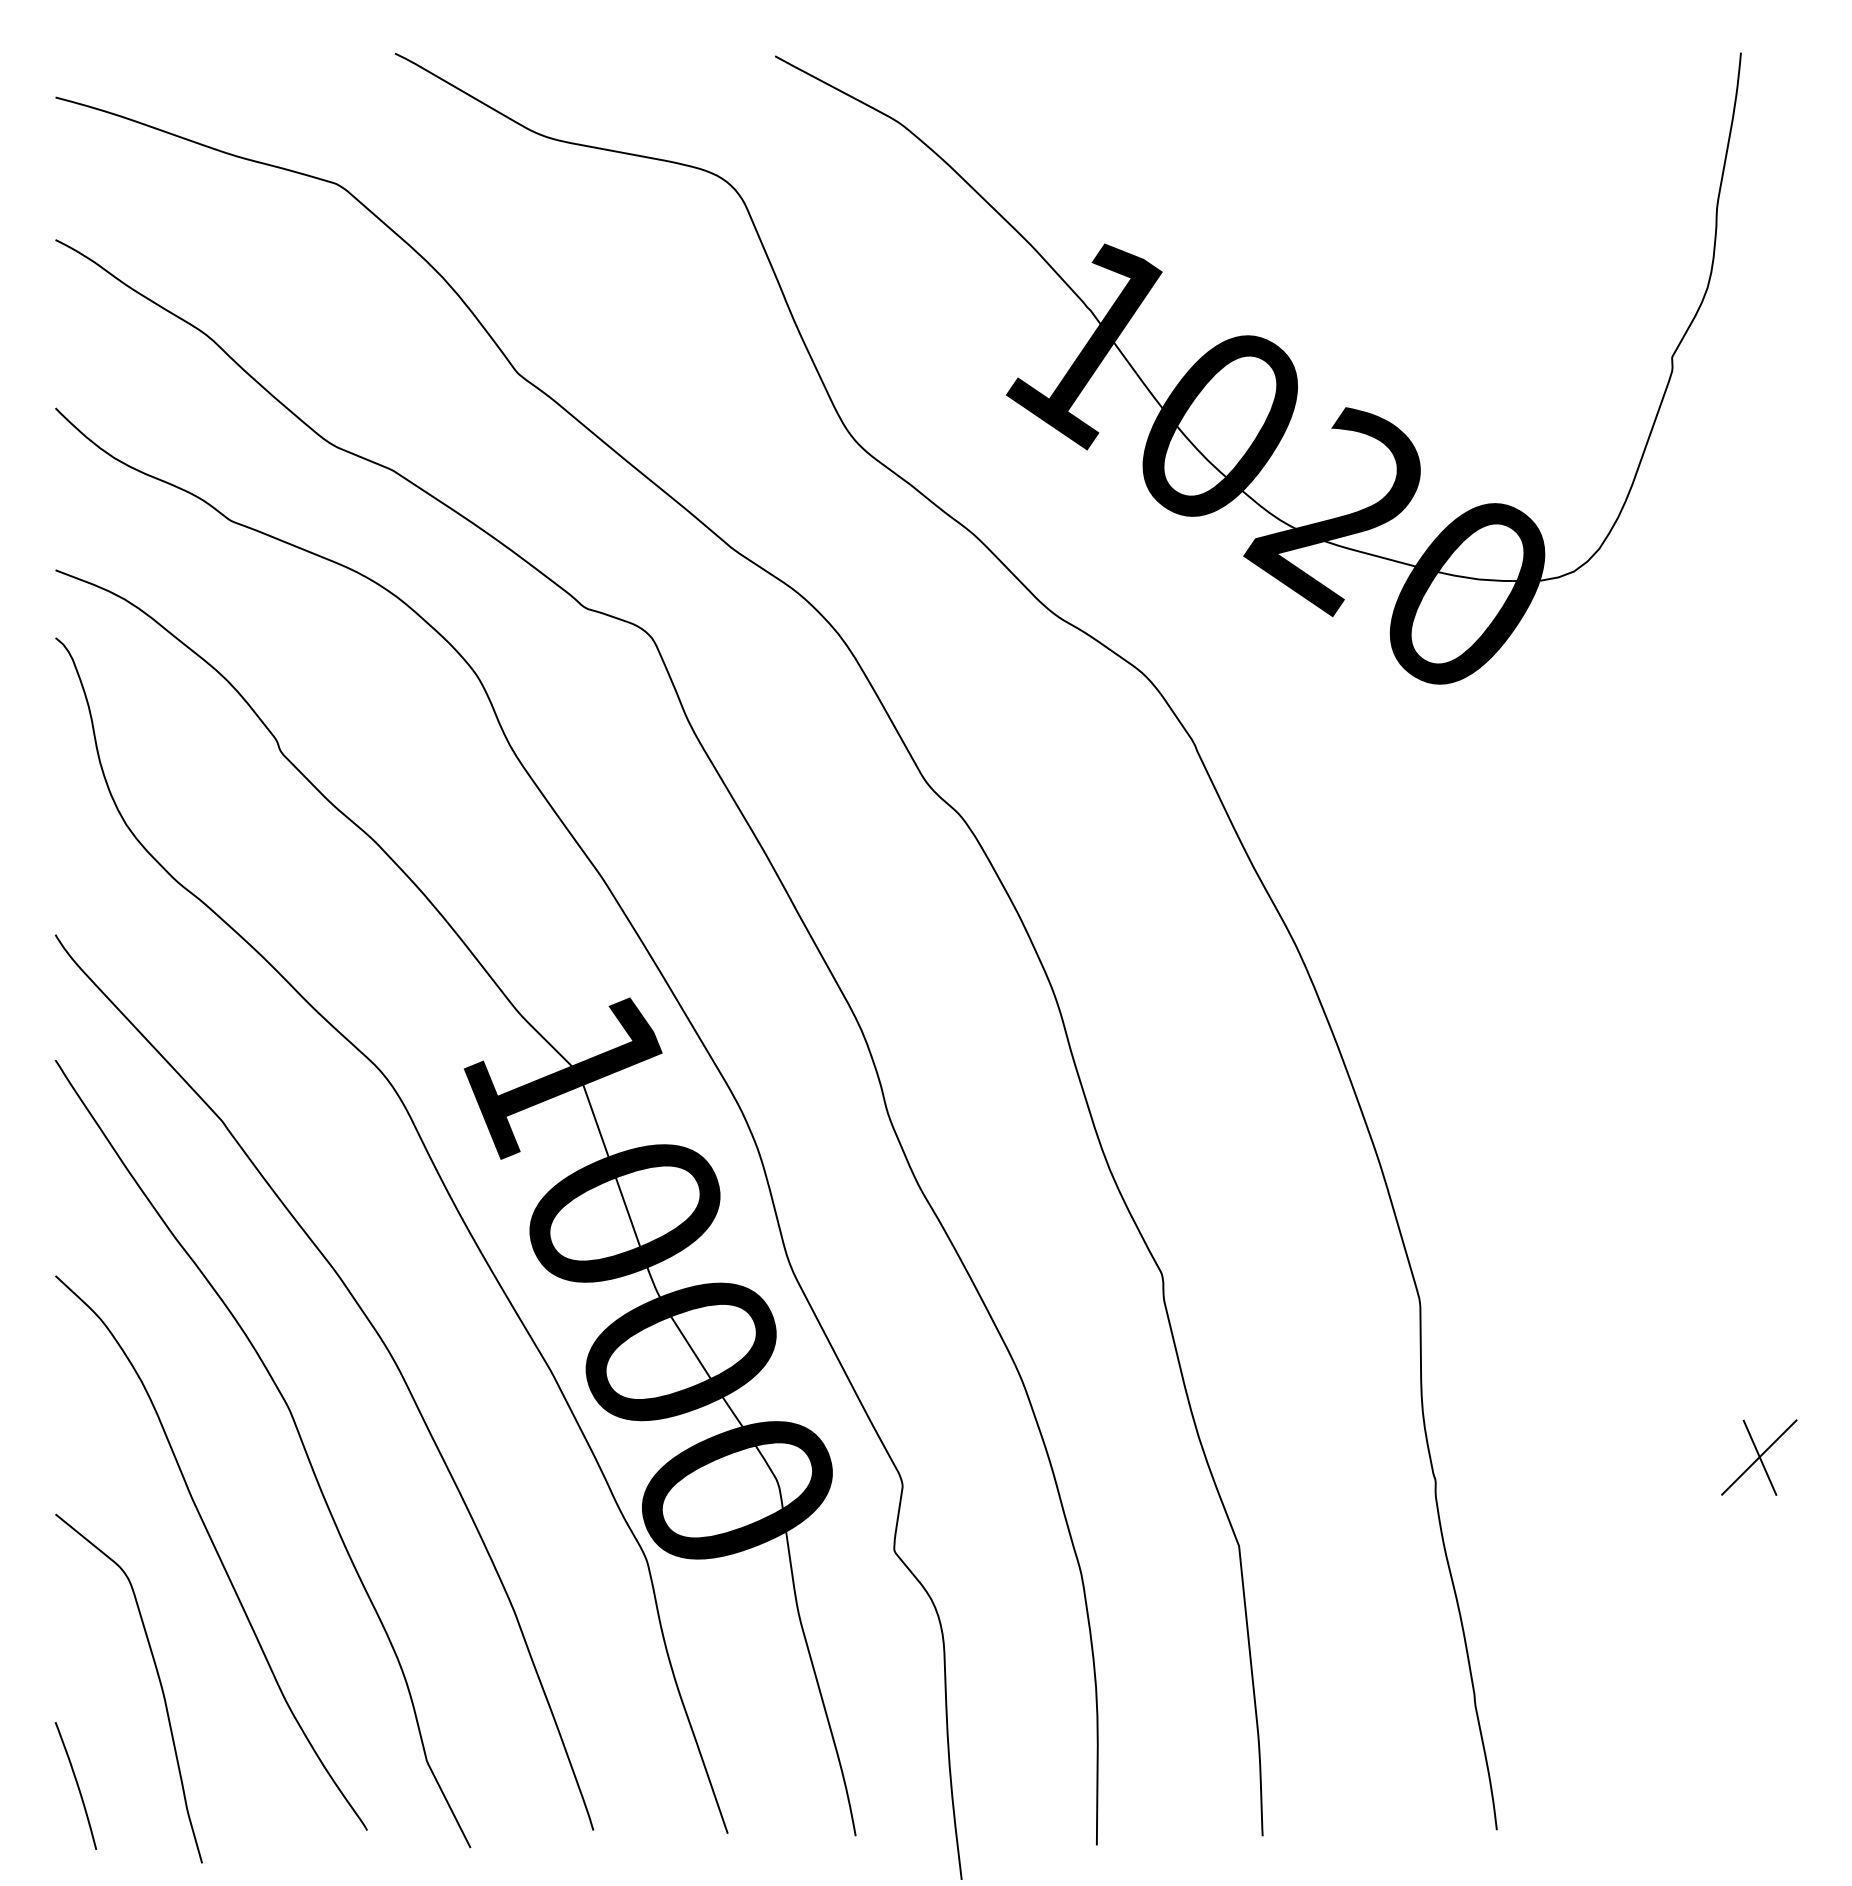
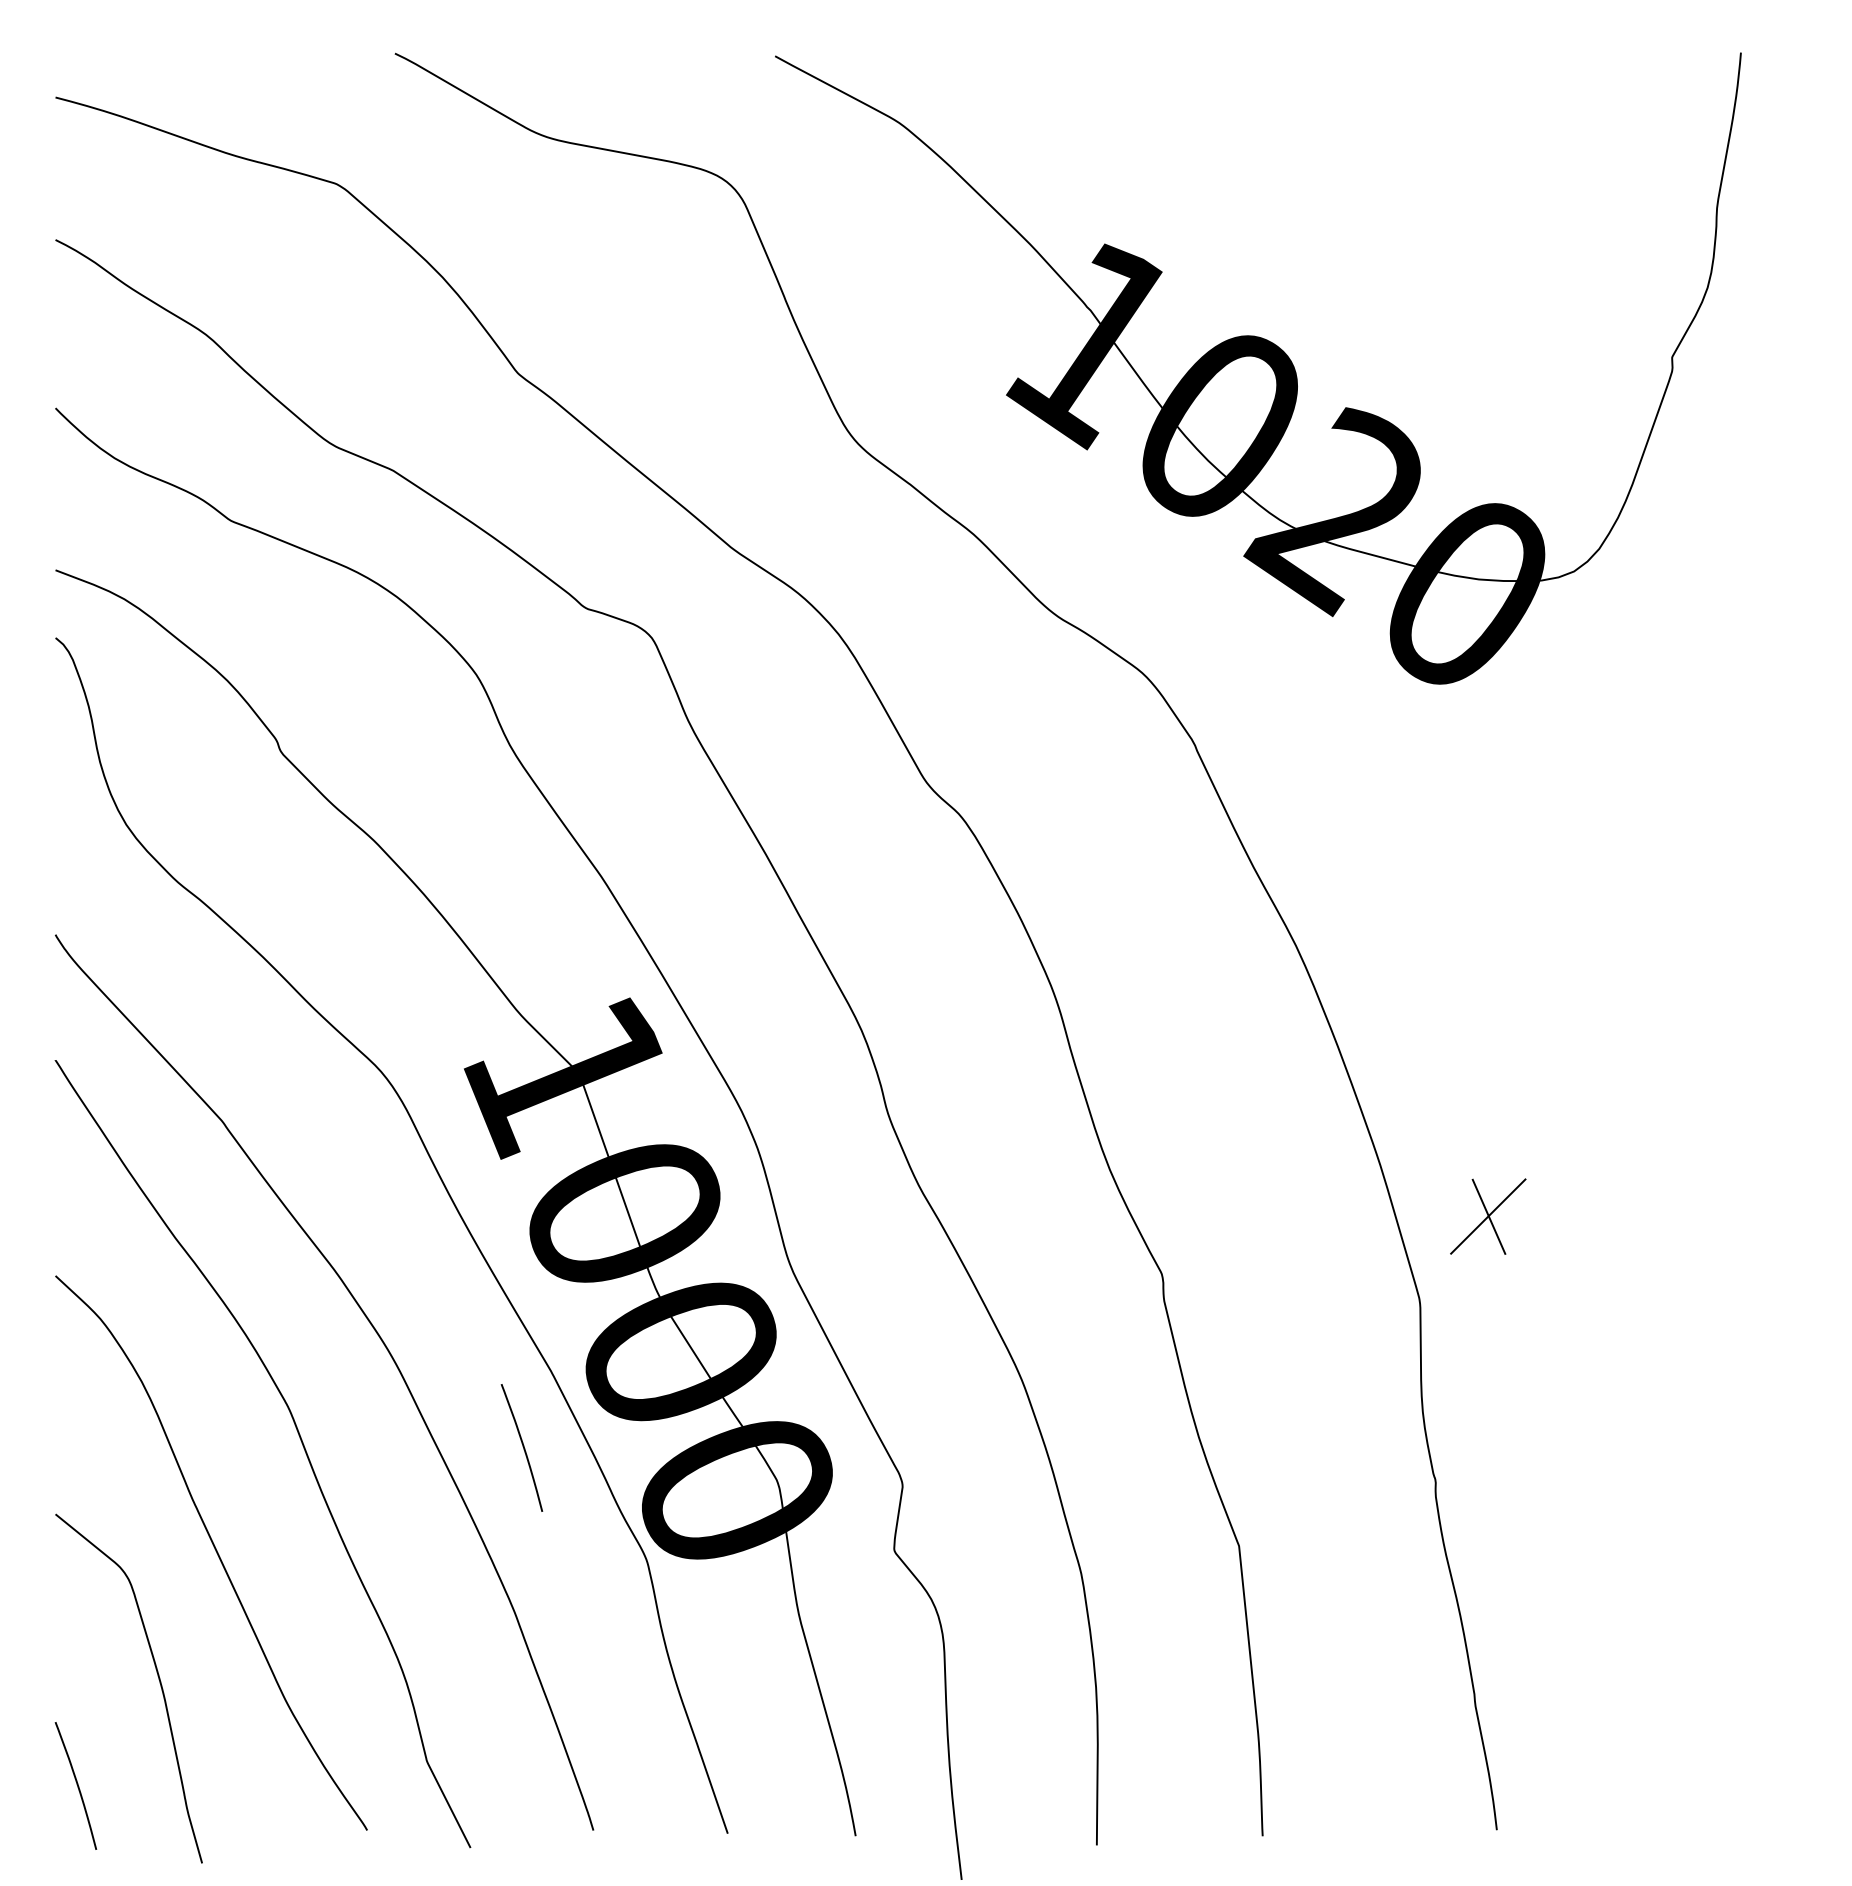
curve at (522, 1446): none -> present
part at (1759, 1457) position: (1759, 1457) -> (1488, 1216)
